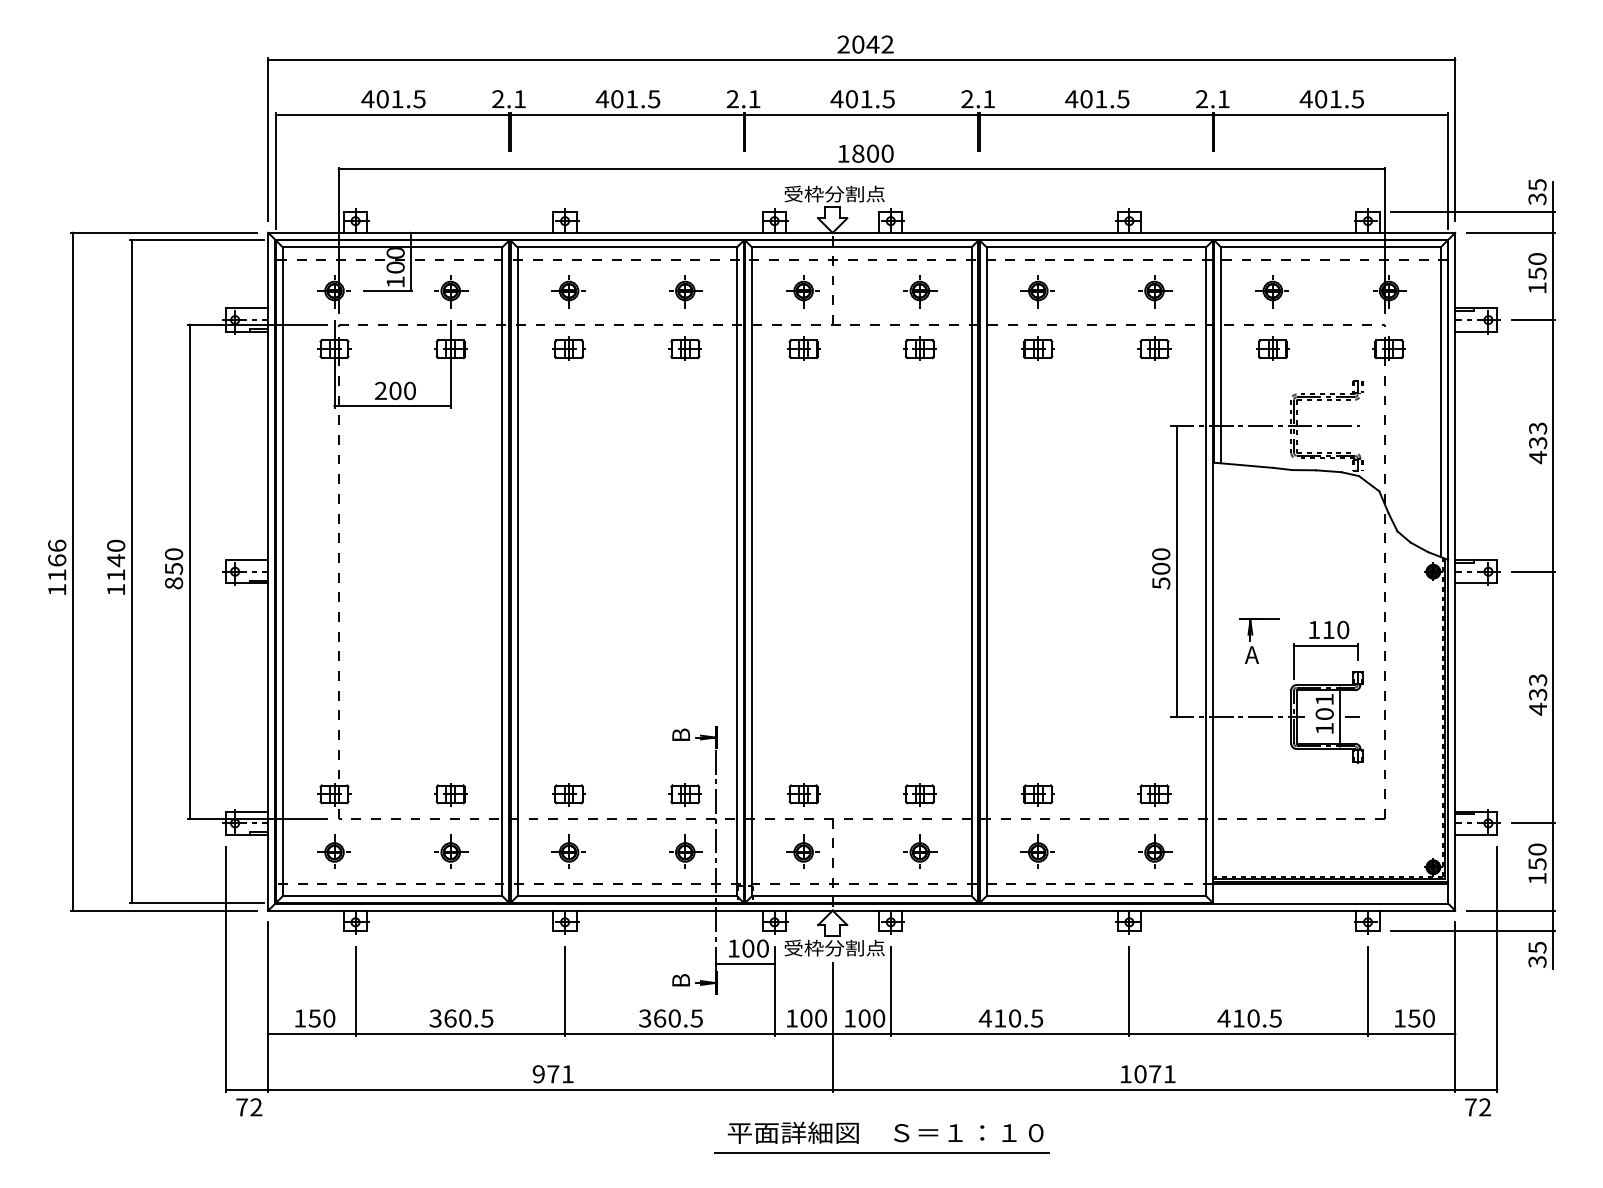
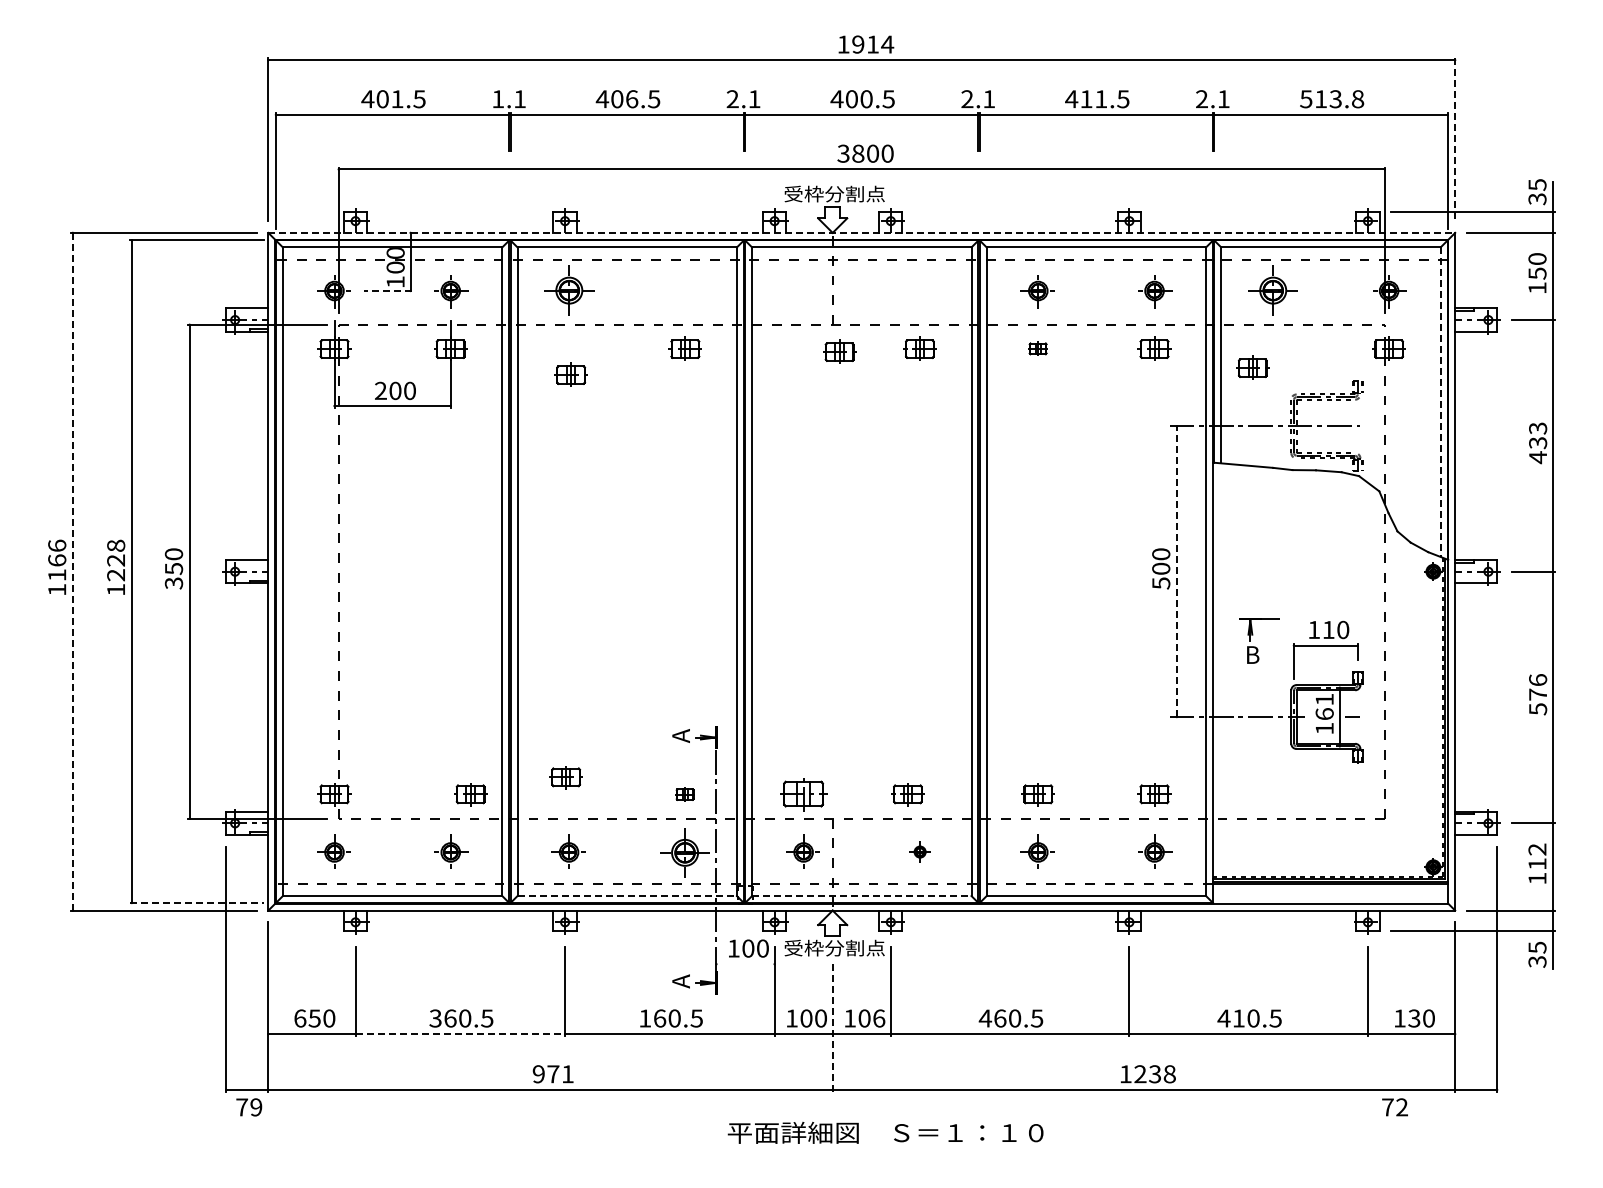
text at (865, 44): 2042 -> 1914
text at (498, 98): 2.1 -> 1.1
text at (632, 99): 401.5 -> 406.5
text at (866, 99): 401.5 -> 400.5
text at (1086, 99): 401.5 -> 411.5
text at (1331, 99): 401.5 -> 513.8
line at (1455, 140): solid -> dashed
text at (843, 153): 1800 -> 3800
line at (862, 232): solid -> dashed
line at (387, 291): solid -> dashed
part at (568, 291) size: 35x34 px -> 51x51 px
part at (685, 291): present -> none
part at (802, 291): present -> none
part at (920, 291): present -> none
part at (1271, 291) size: 34x34 px -> 50x51 px
part at (568, 348) position: (568, 348) -> (570, 374)
part at (803, 348) position: (803, 348) -> (839, 351)
part at (1037, 348) size: 34x25 px -> 20x15 px
part at (1272, 348) position: (1272, 348) -> (1252, 367)
line at (1440, 402): solid -> dashed
text at (115, 560): 1140 -> 1228
line at (72, 571): solid -> dashed
line at (1176, 571): solid -> dashed
text at (173, 583): 850 -> 350
text at (1251, 654): A -> B
text at (1538, 694): 433 -> 576
text at (1324, 713): 101 -> 161
text at (680, 735): B -> A
part at (450, 794) position: (450, 794) -> (470, 794)
part at (568, 794) position: (568, 794) -> (565, 777)
part at (684, 794) size: 34x24 px -> 20x15 px
part at (803, 794) size: 34x24 px -> 48x34 px
part at (919, 794) position: (919, 794) -> (907, 794)
part at (685, 851) size: 34x35 px -> 50x50 px
part at (920, 851) size: 35x35 px -> 22x22 px
text at (1537, 856): 150 -> 112
line at (627, 896): solid -> dashed
line at (861, 896): solid -> dashed
line at (197, 903): solid -> dashed
line at (745, 964): present -> none
text at (680, 981): B -> A
text at (300, 1018): 150 -> 650
text at (644, 1018): 360.5 -> 160.5
text at (879, 1018): 100 -> 106
text at (1000, 1018): 410.5 -> 460.5
text at (1414, 1018): 150 -> 130
line at (832, 1027): solid -> dashed
line at (460, 1034): solid -> dashed
text at (1154, 1074): 1071 -> 1238
text at (256, 1107): 72 -> 79
text at (1477, 1107) position: (1477, 1107) -> (1394, 1107)
line at (881, 1152): present -> none
